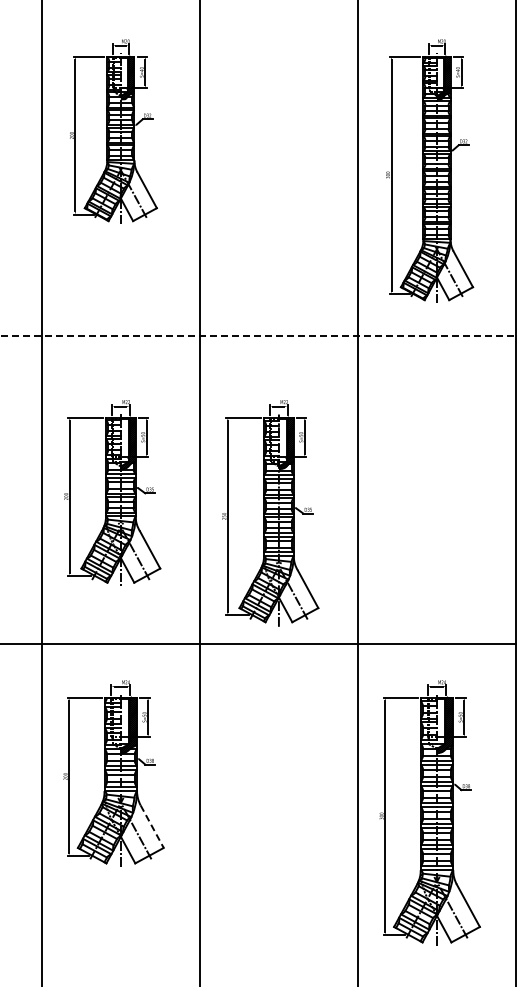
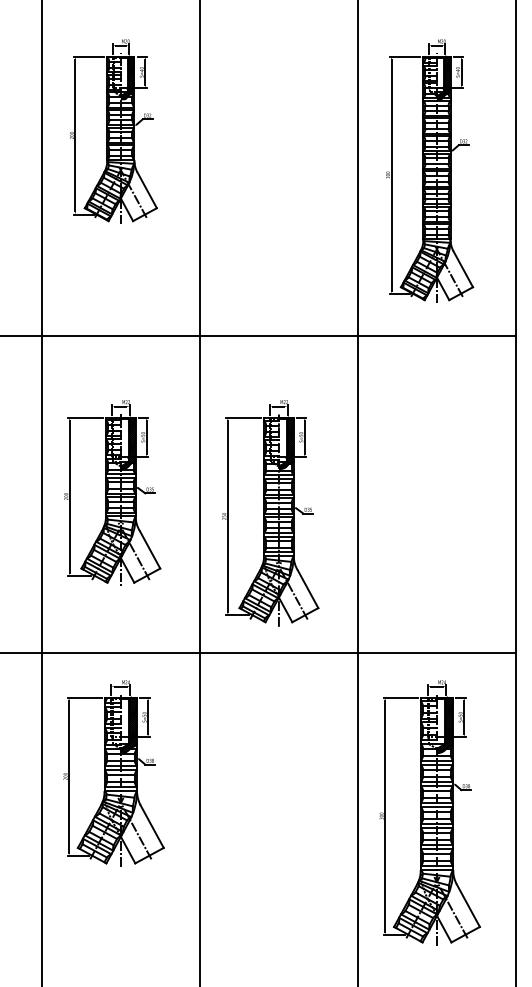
line at (258, 336): dashed -> solid
line at (259, 643) position: (259, 643) -> (259, 652)
line at (152, 827): dashed -> solid
